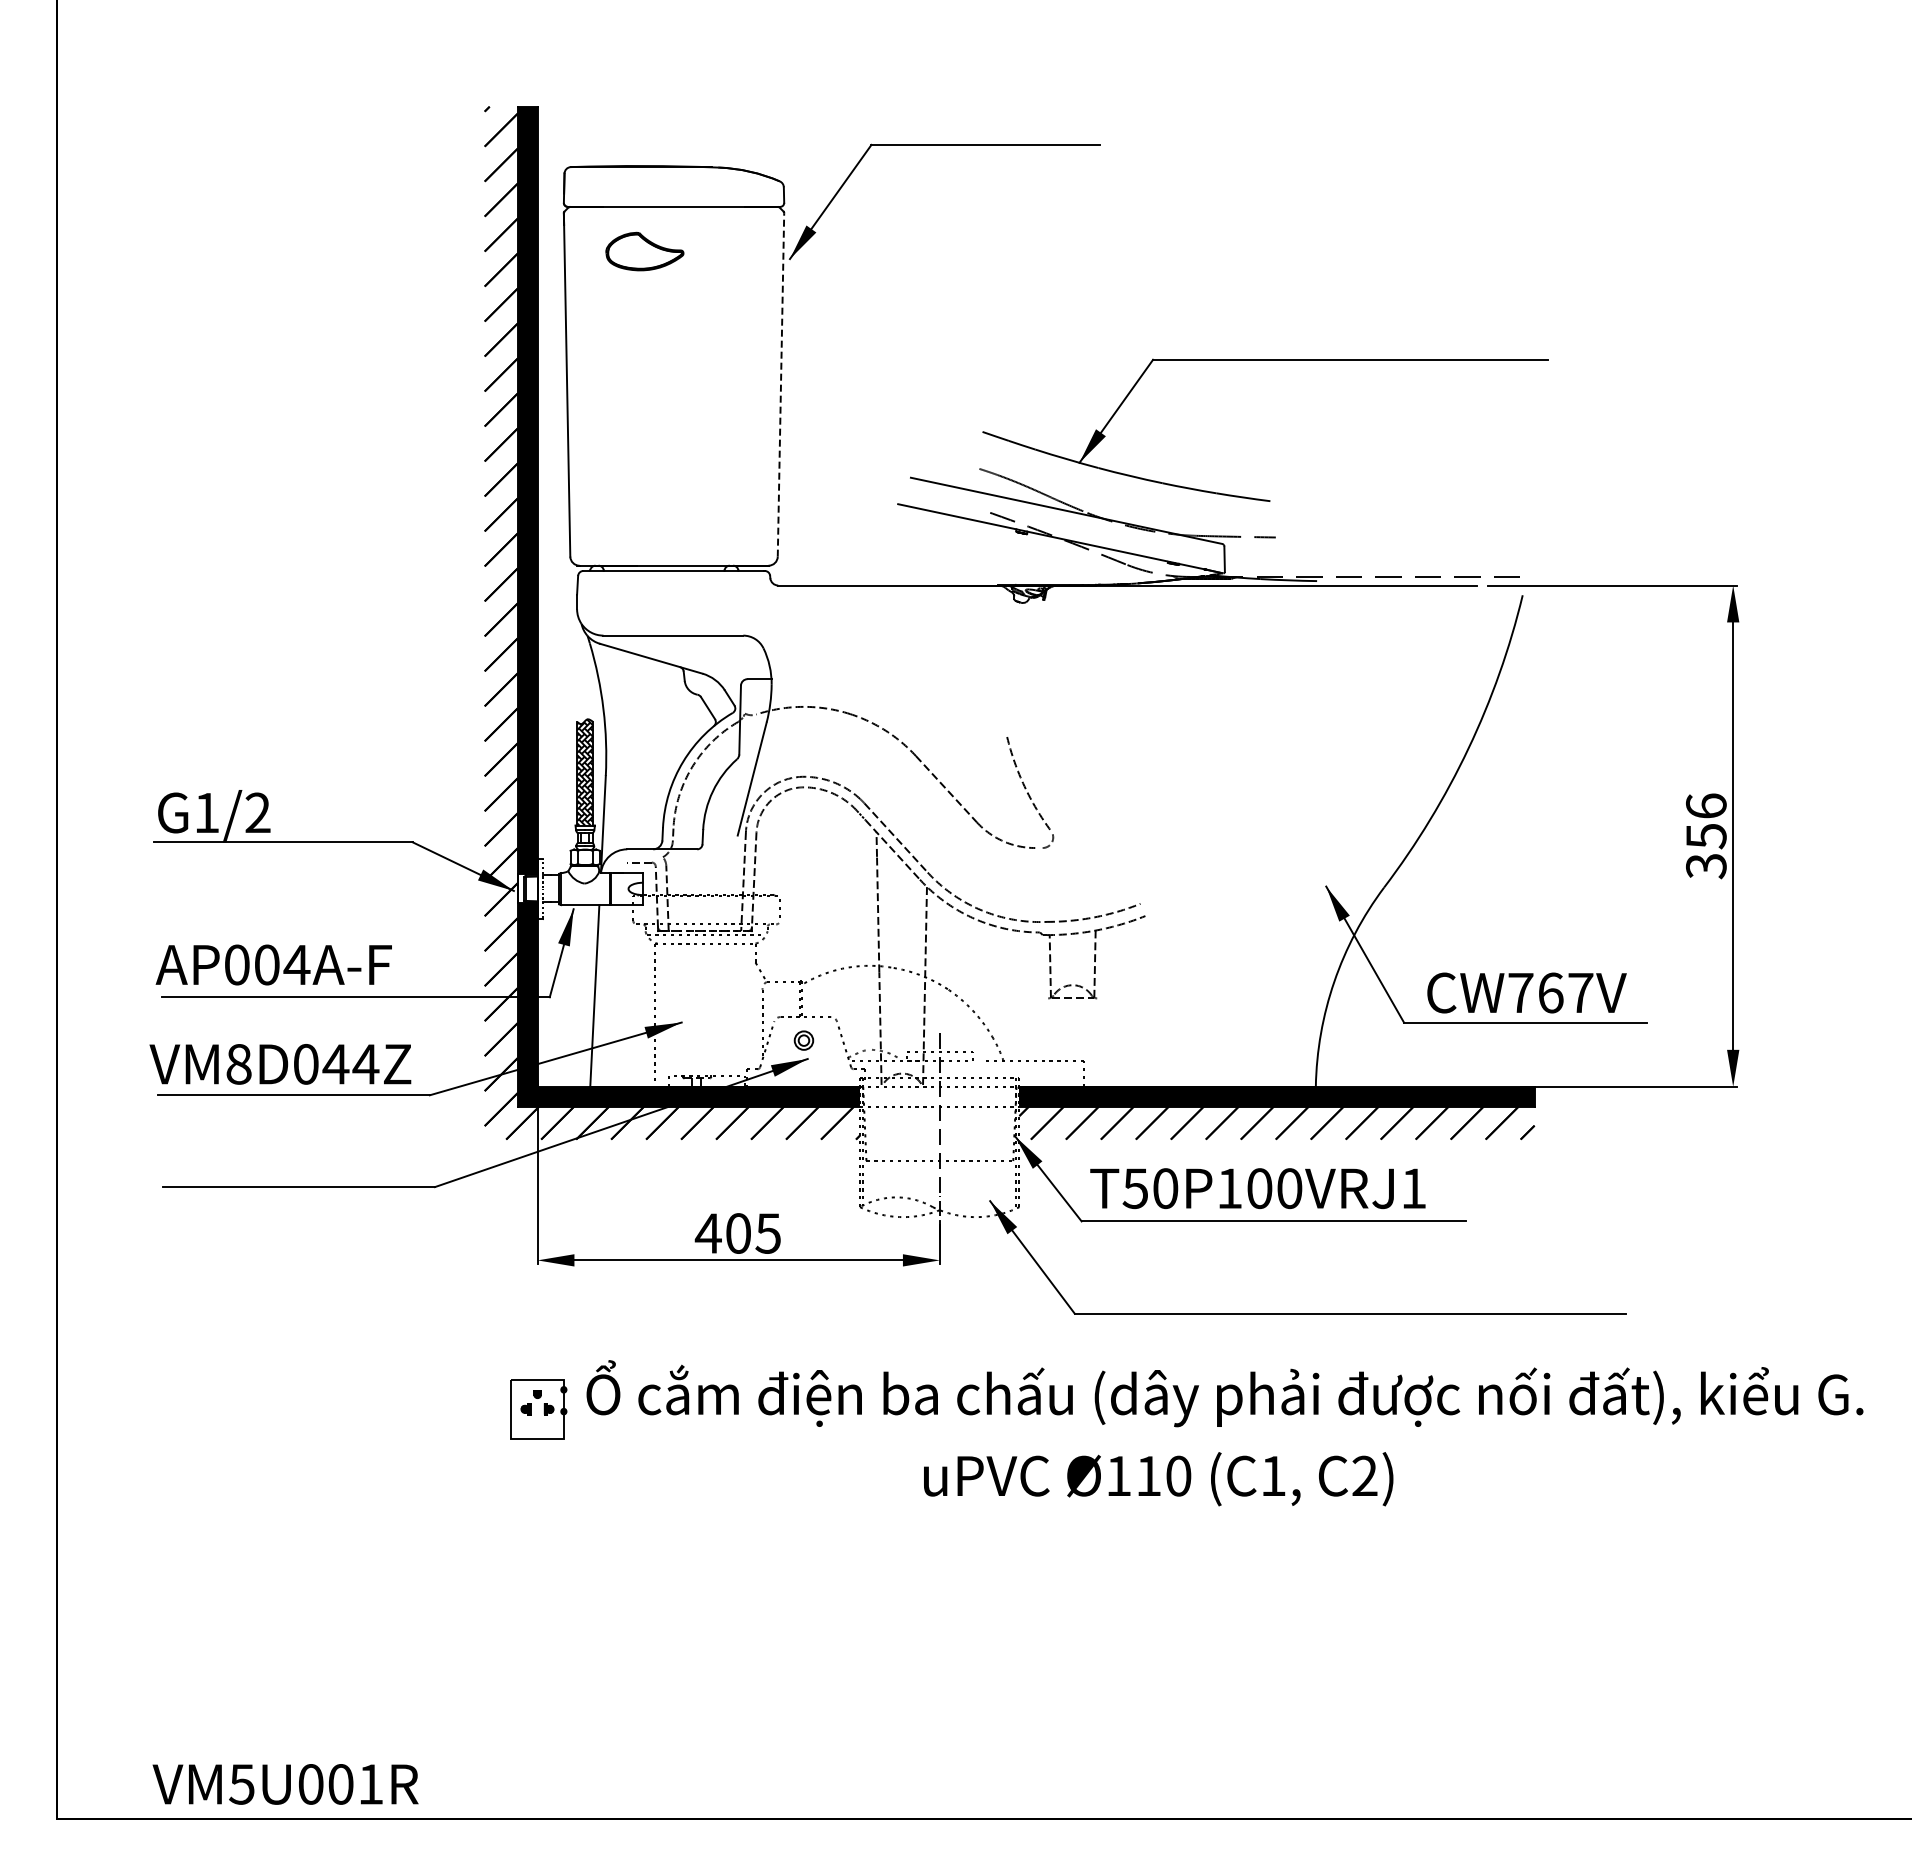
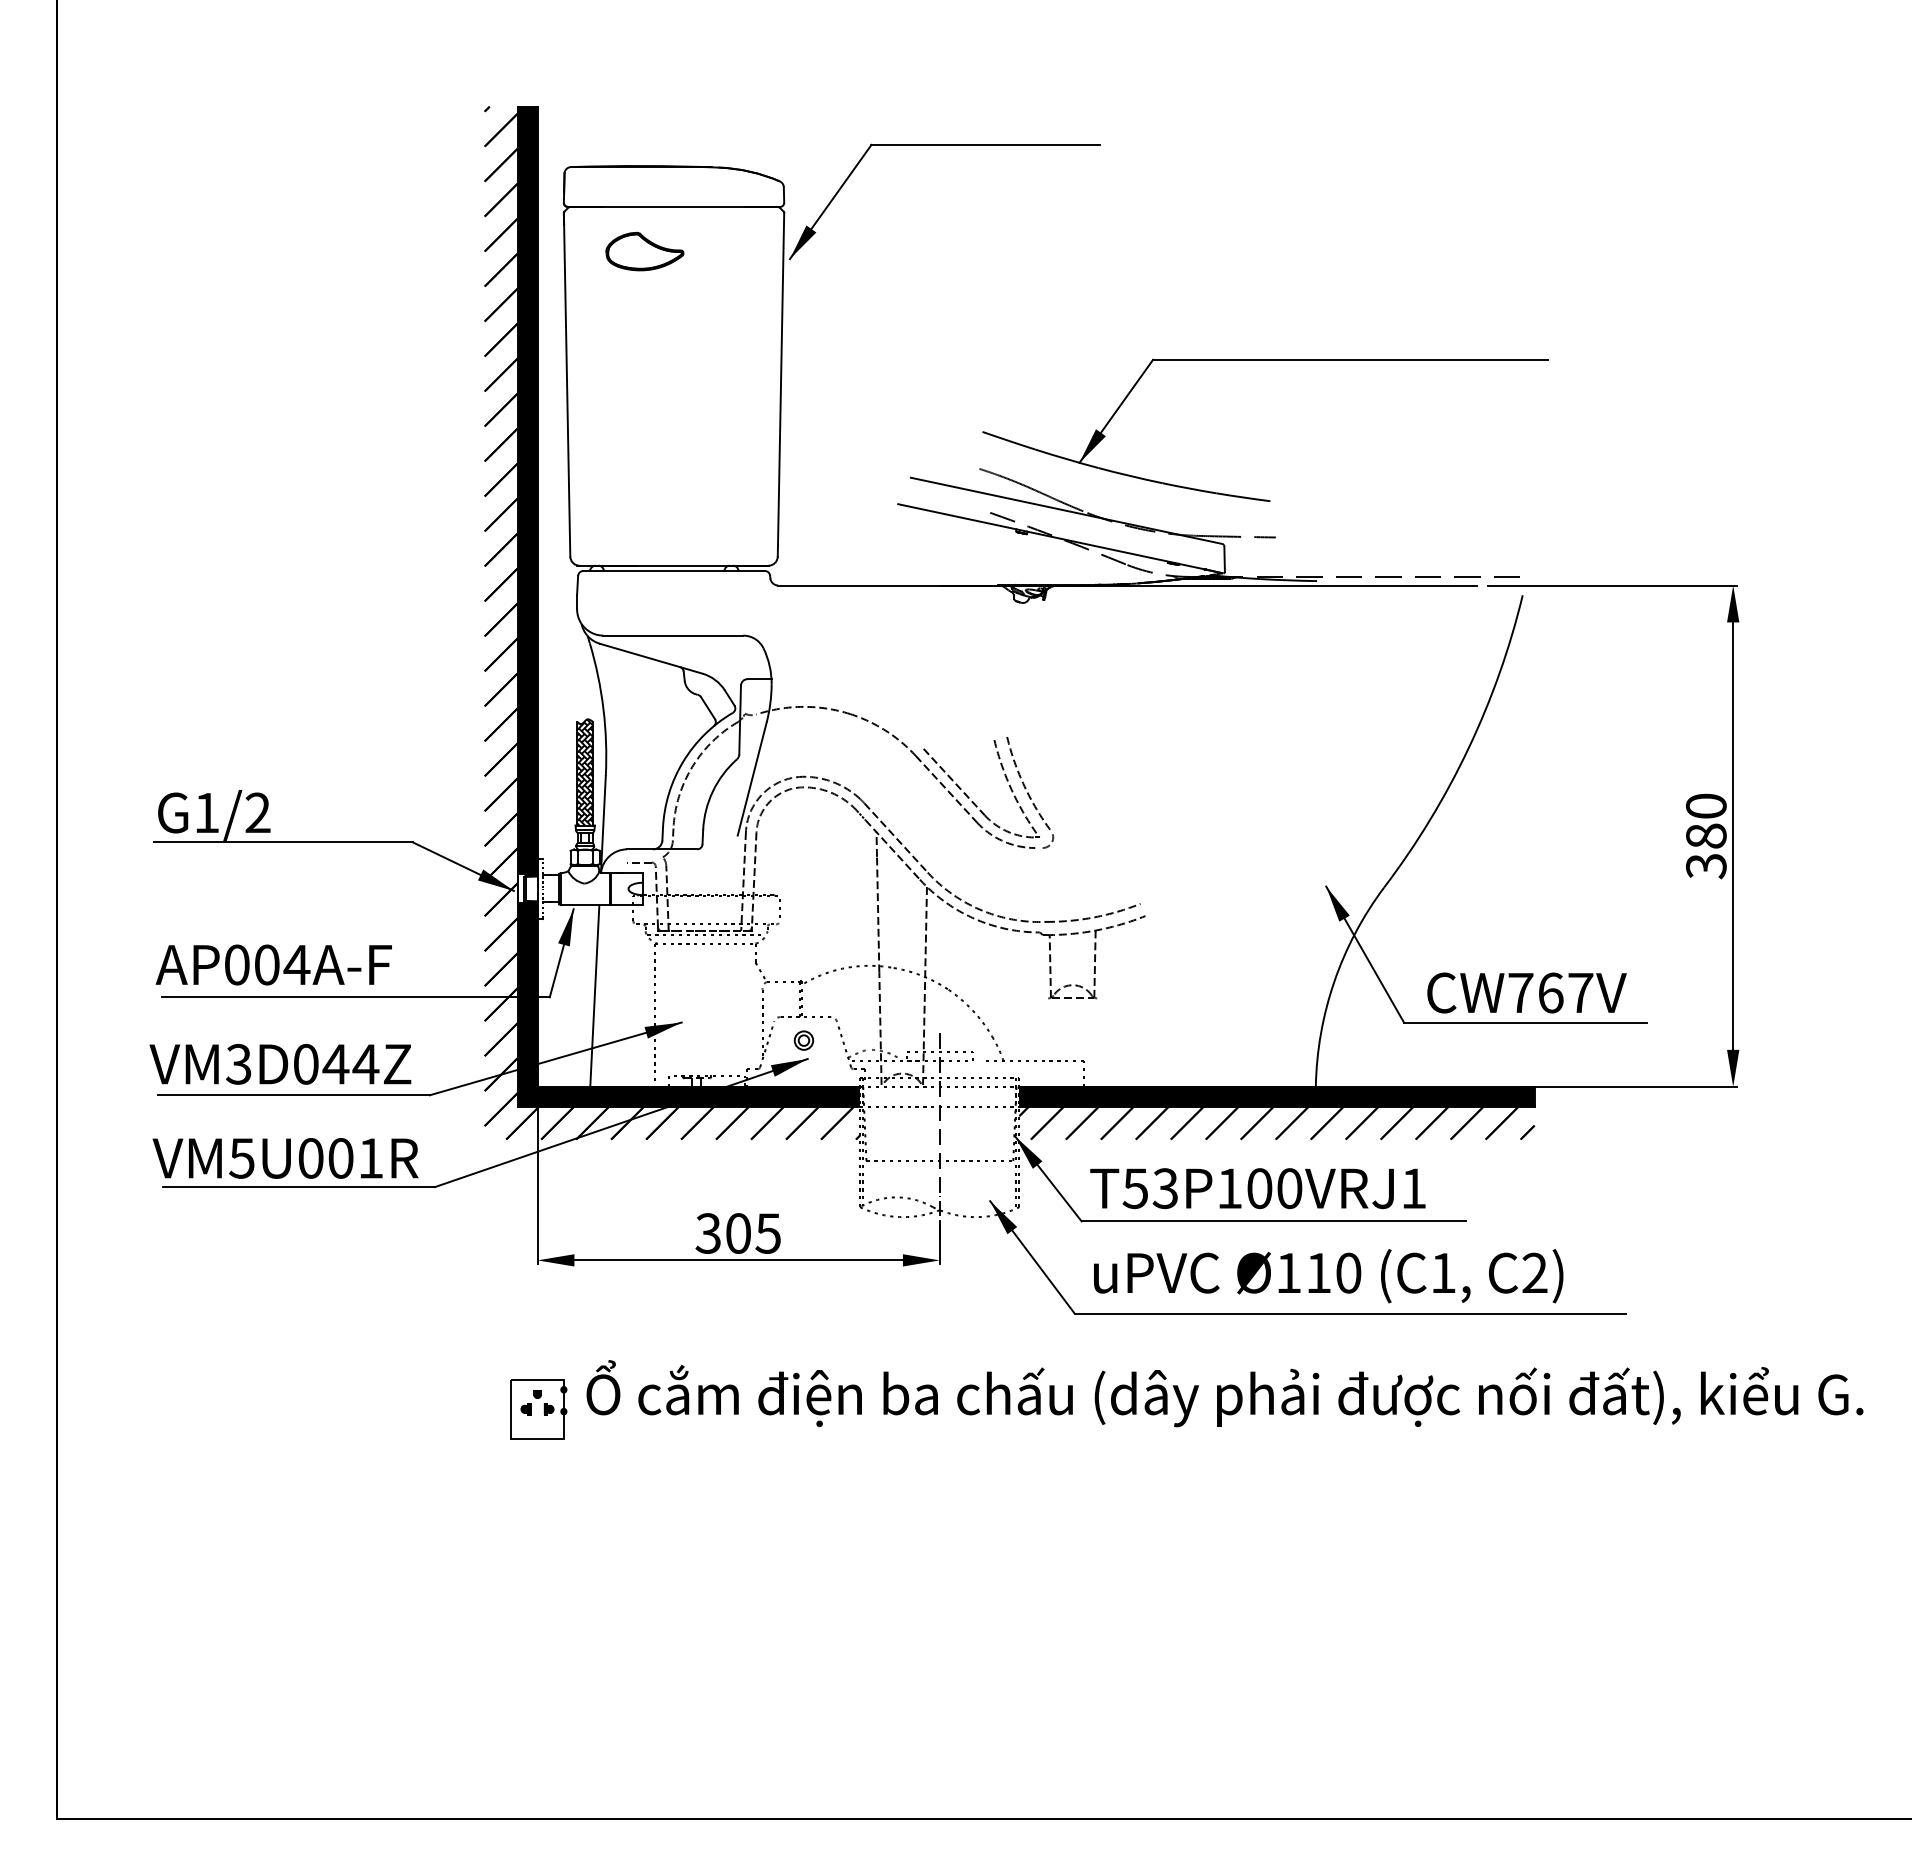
line at (780, 384): dashed -> solid
part at (969, 797): none -> present
text at (1706, 821): 356 -> 380
text at (238, 1064): VM8D044Z -> VM3D044Z
text at (1165, 1188): T50P100VRJ1 -> T53P100VRJ1
text at (707, 1233): 405 -> 305
text at (1158, 1479) position: (1158, 1479) -> (1328, 1276)
text at (285, 1784) position: (285, 1784) -> (285, 1158)
